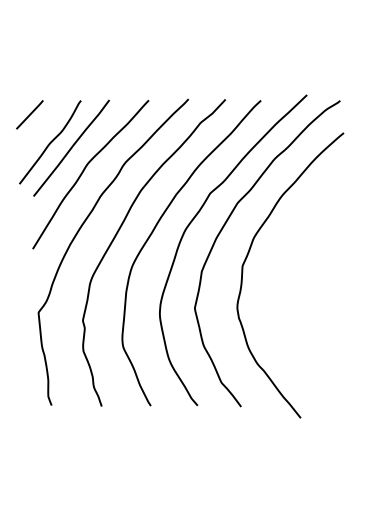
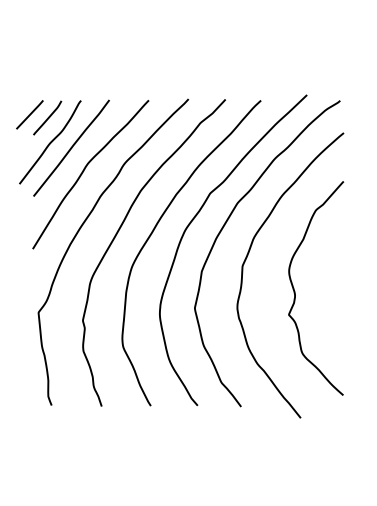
curve at (47, 117): none -> present
curve at (295, 291): none -> present
